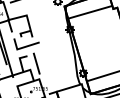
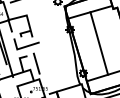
line at (99, 43): none -> present
